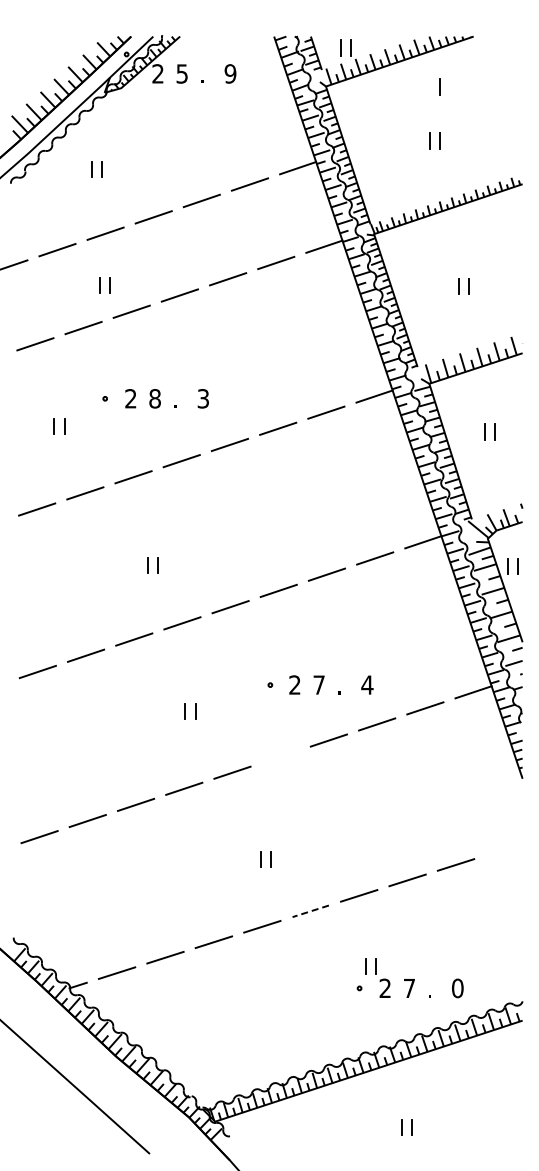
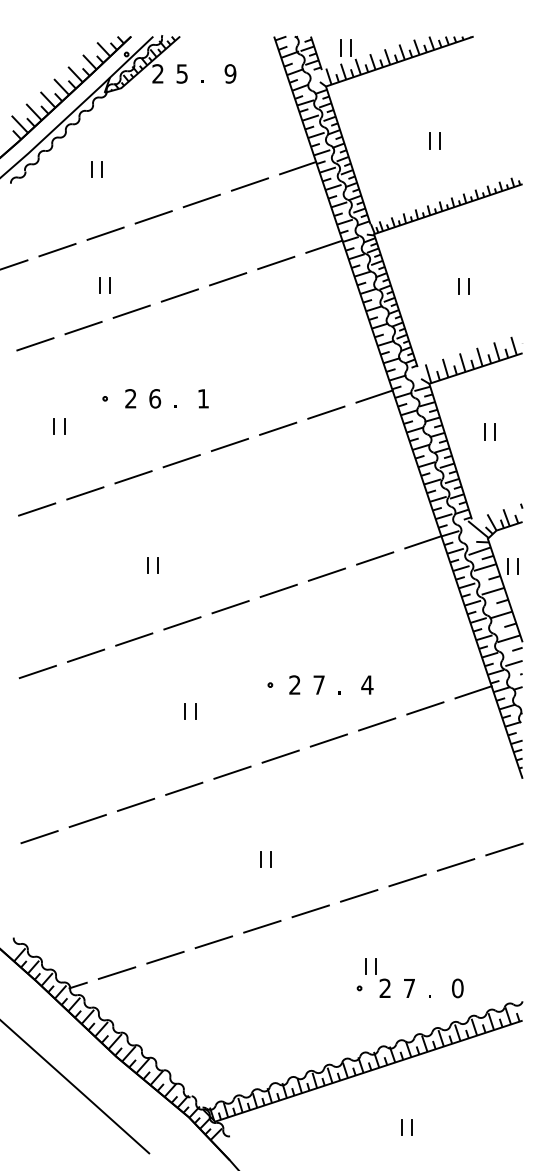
line at (439, 86): present -> none
text at (155, 398): 8 -> 6
text at (202, 398): 3 -> 1
line at (280, 756): none -> present
line at (504, 849): none -> present
line at (310, 911): dashed -> solid
